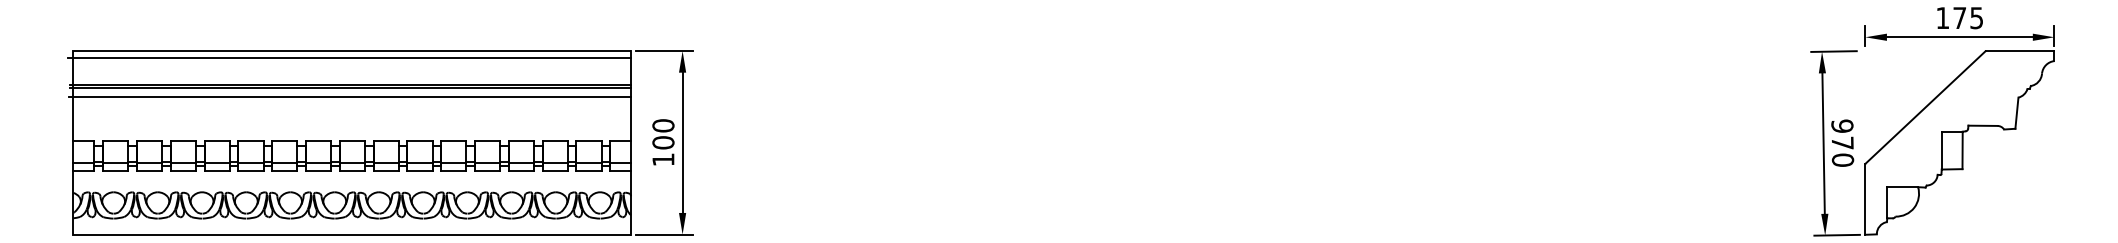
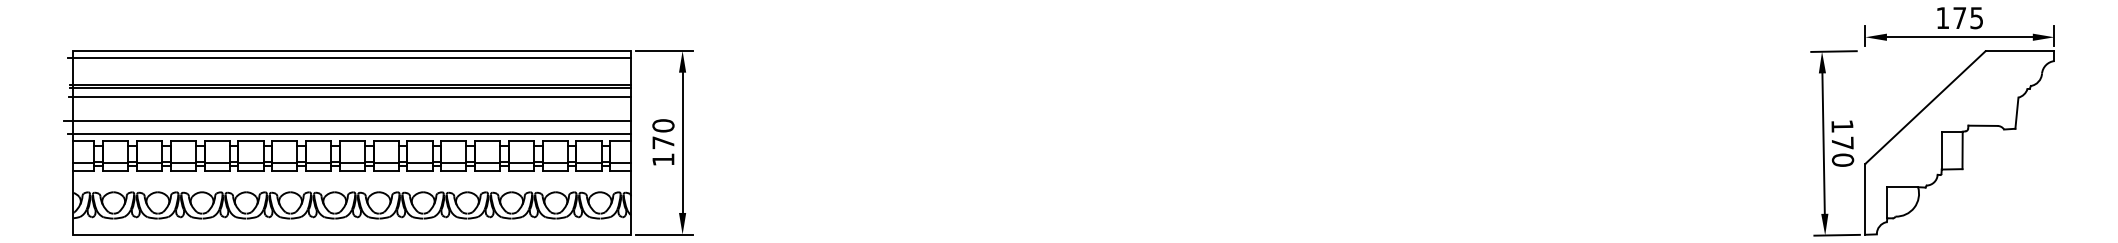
line at (347, 121): none -> present
text at (1842, 125): 970 -> 170
line at (349, 134): none -> present
text at (663, 142): 100 -> 170
